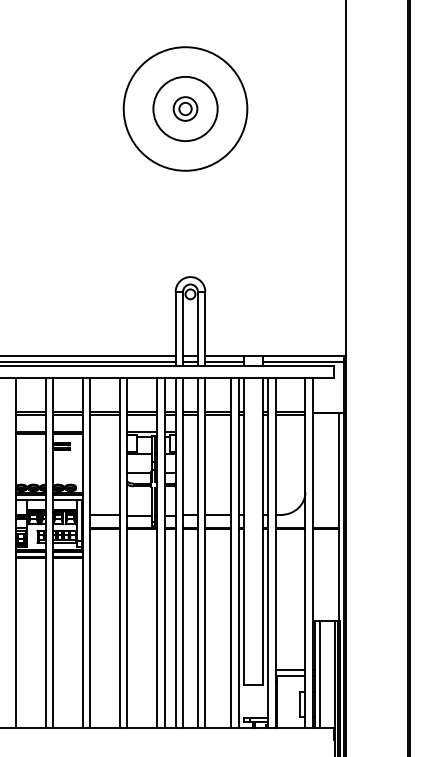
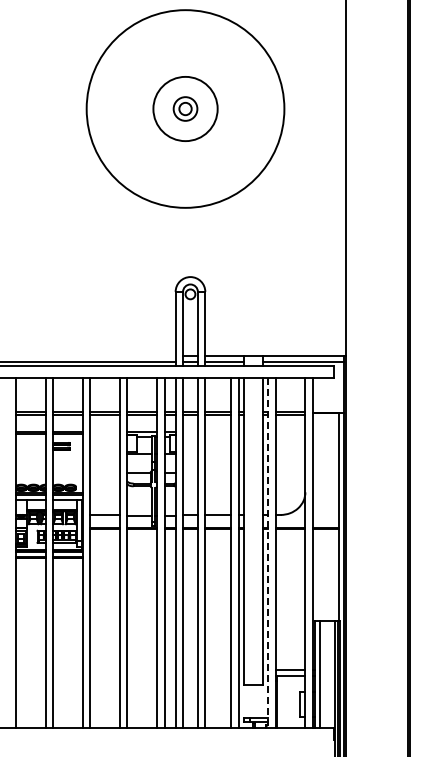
circle at (185, 108) diameter: 124 px -> 198 px
line at (88, 356): present -> none
line at (268, 553): solid -> dashed
